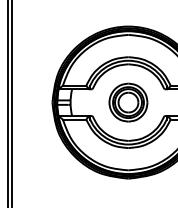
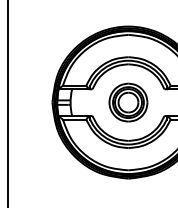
line at (11, 103): present -> none
